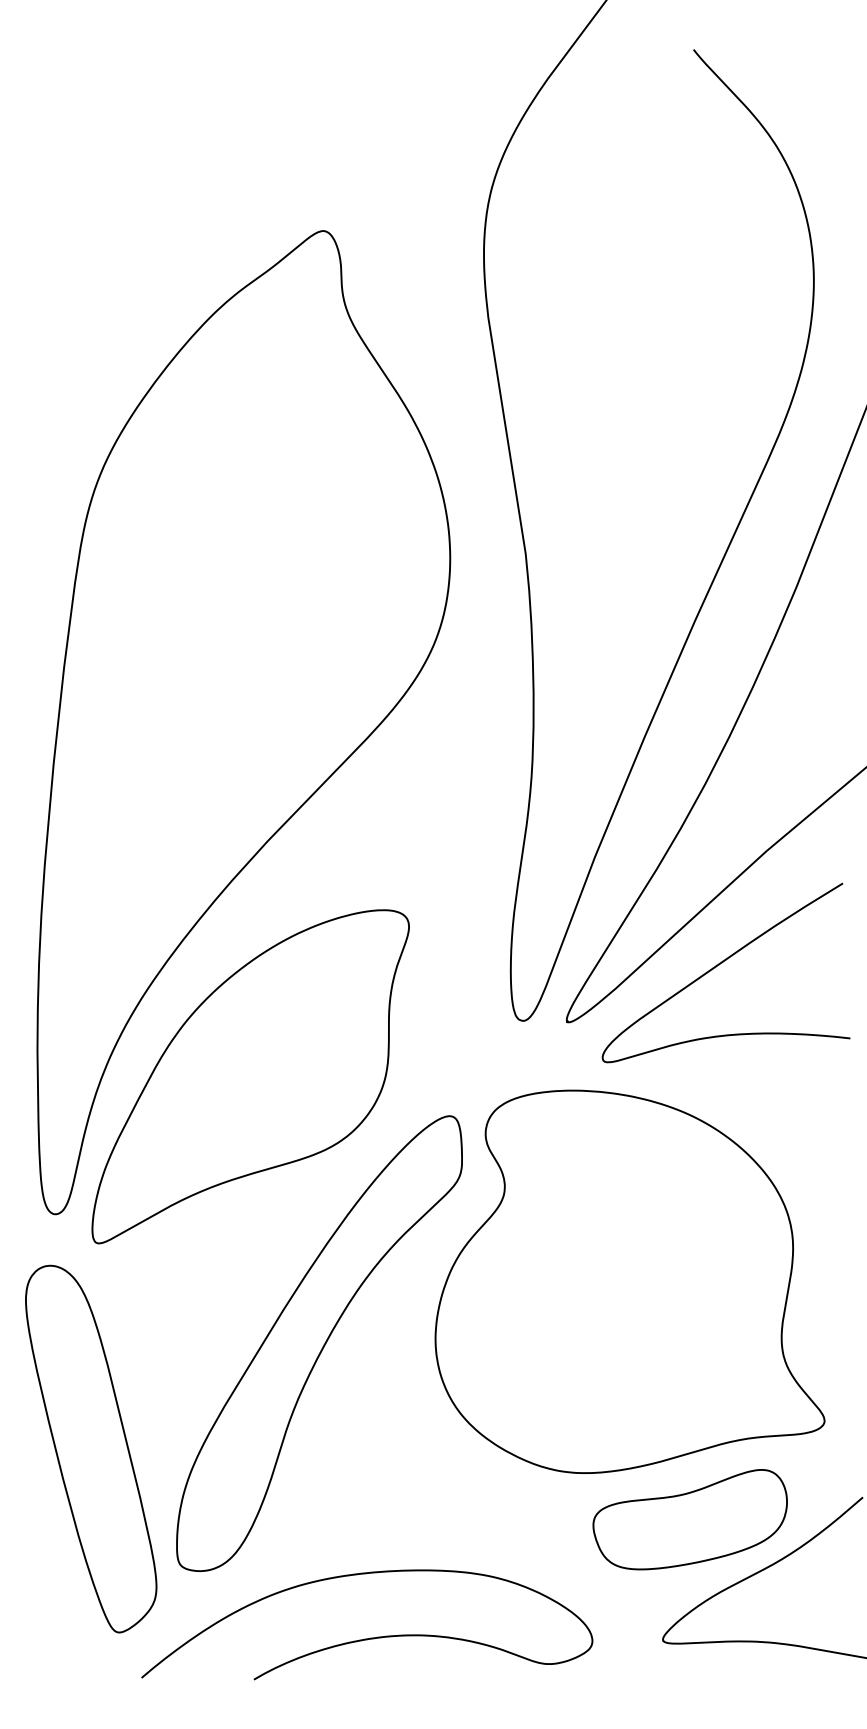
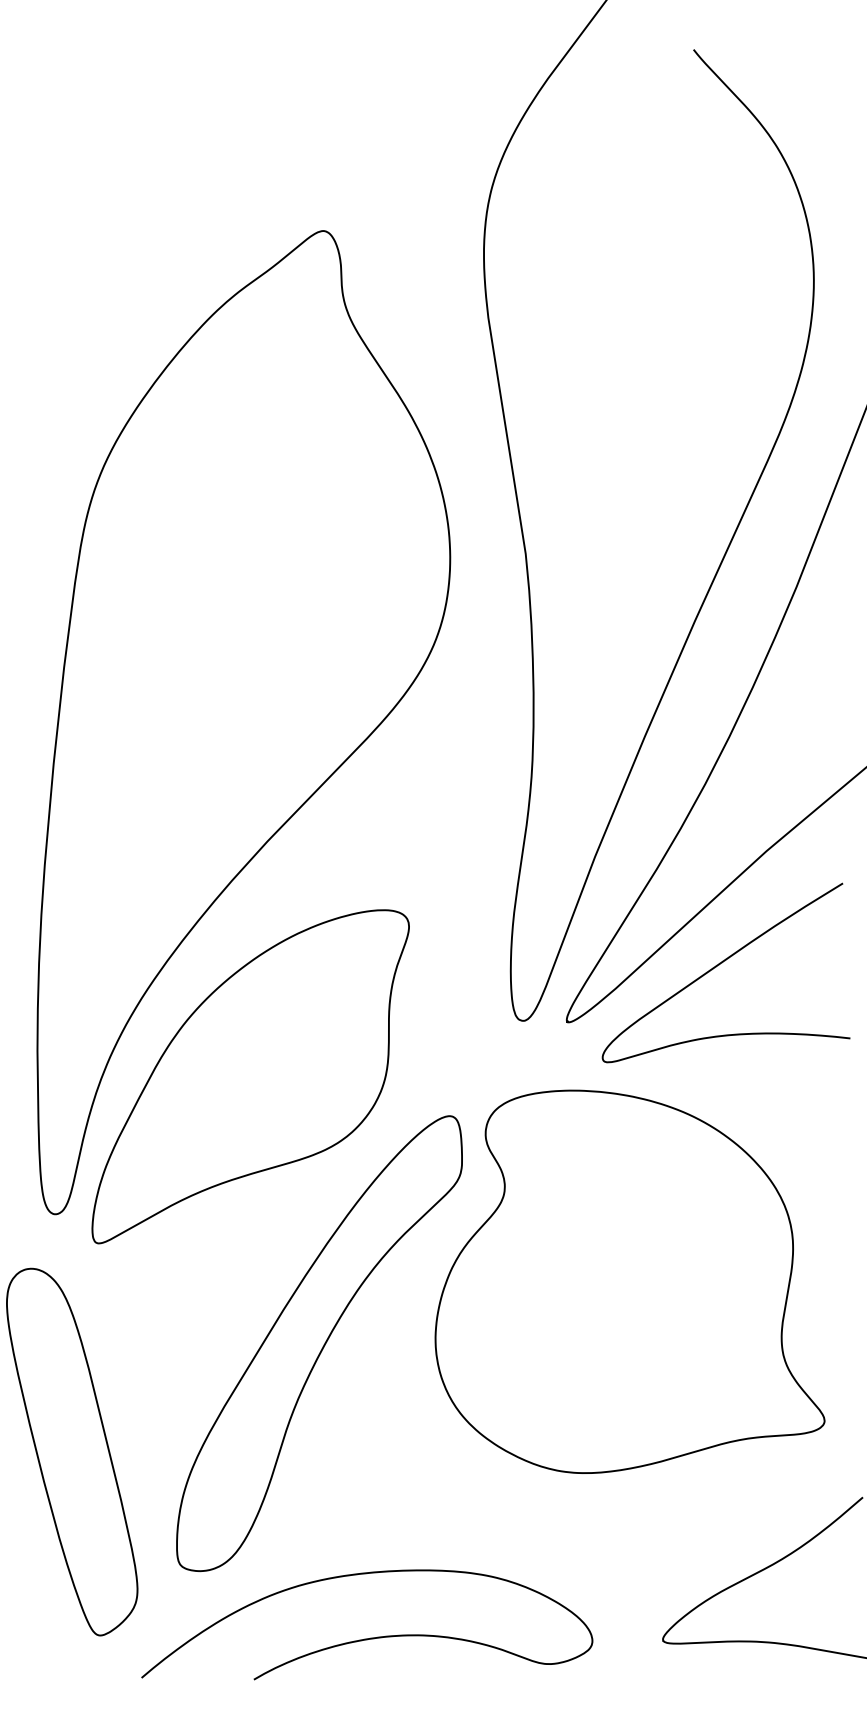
part at (91, 1448) position: (91, 1448) -> (72, 1451)
part at (689, 1519): present -> none
